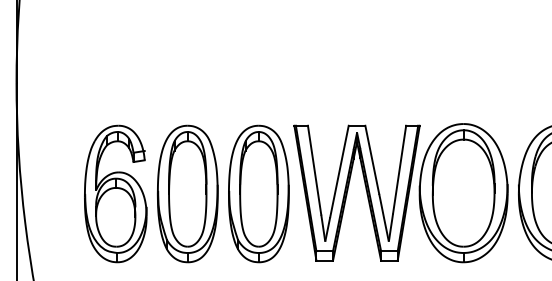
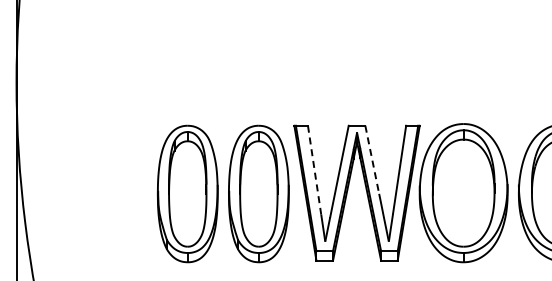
line at (372, 159): solid -> dashed
line at (314, 170): solid -> dashed
part at (115, 193): present -> none
